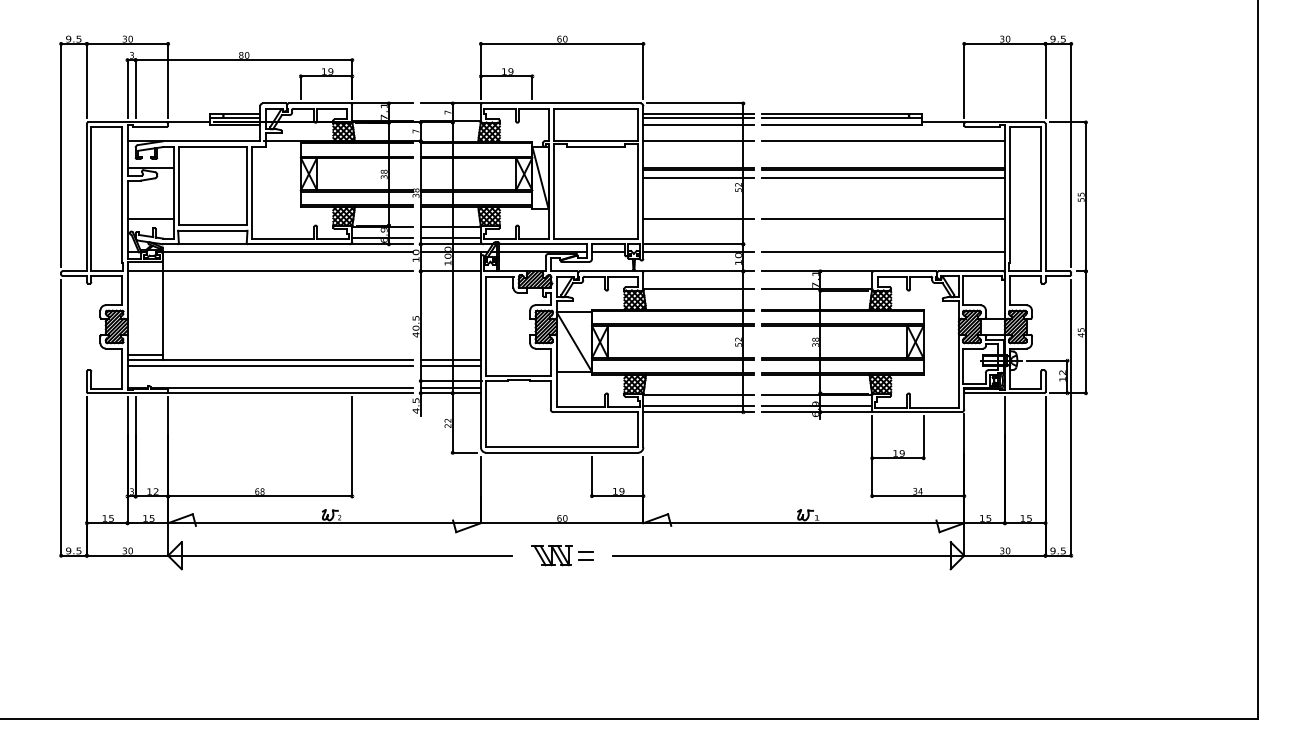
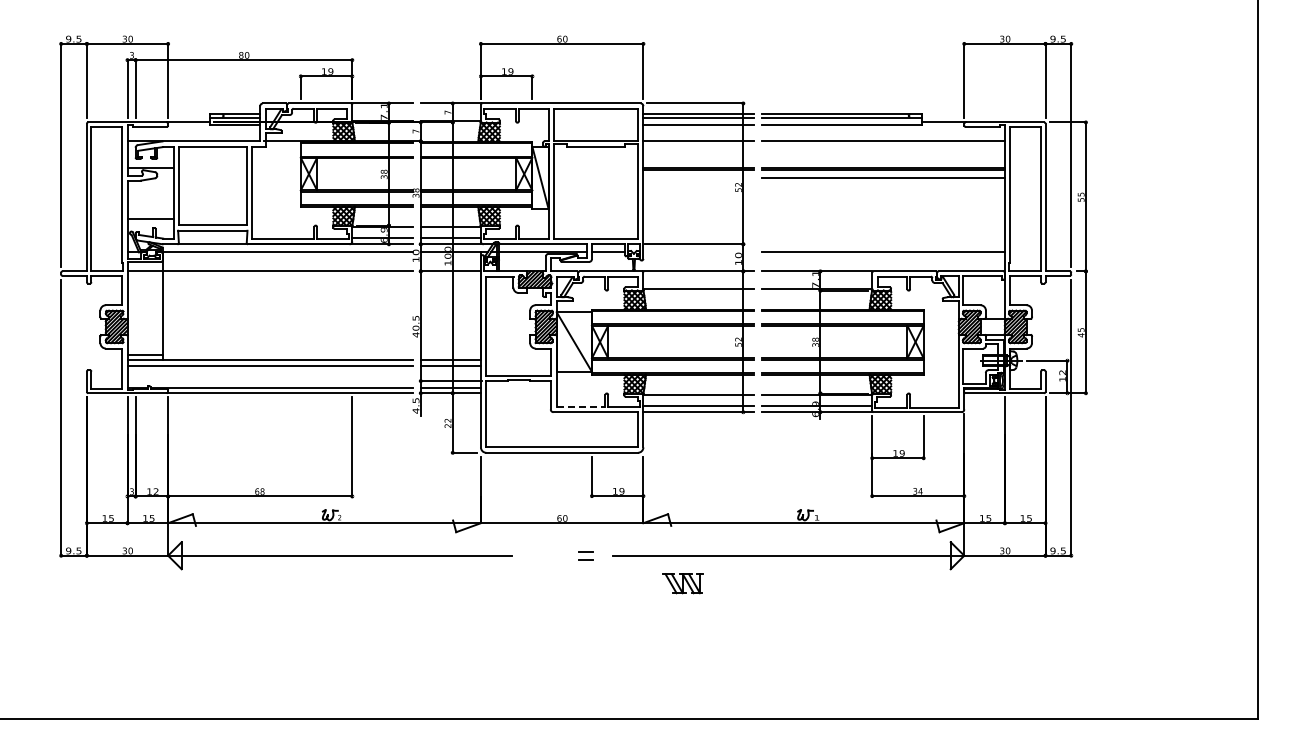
line at (698, 177): present -> none
line at (698, 218): present -> none
line at (882, 218): present -> none
line at (698, 252): present -> none
line at (581, 406): solid -> dashed
part at (551, 555) position: (551, 555) -> (682, 583)
